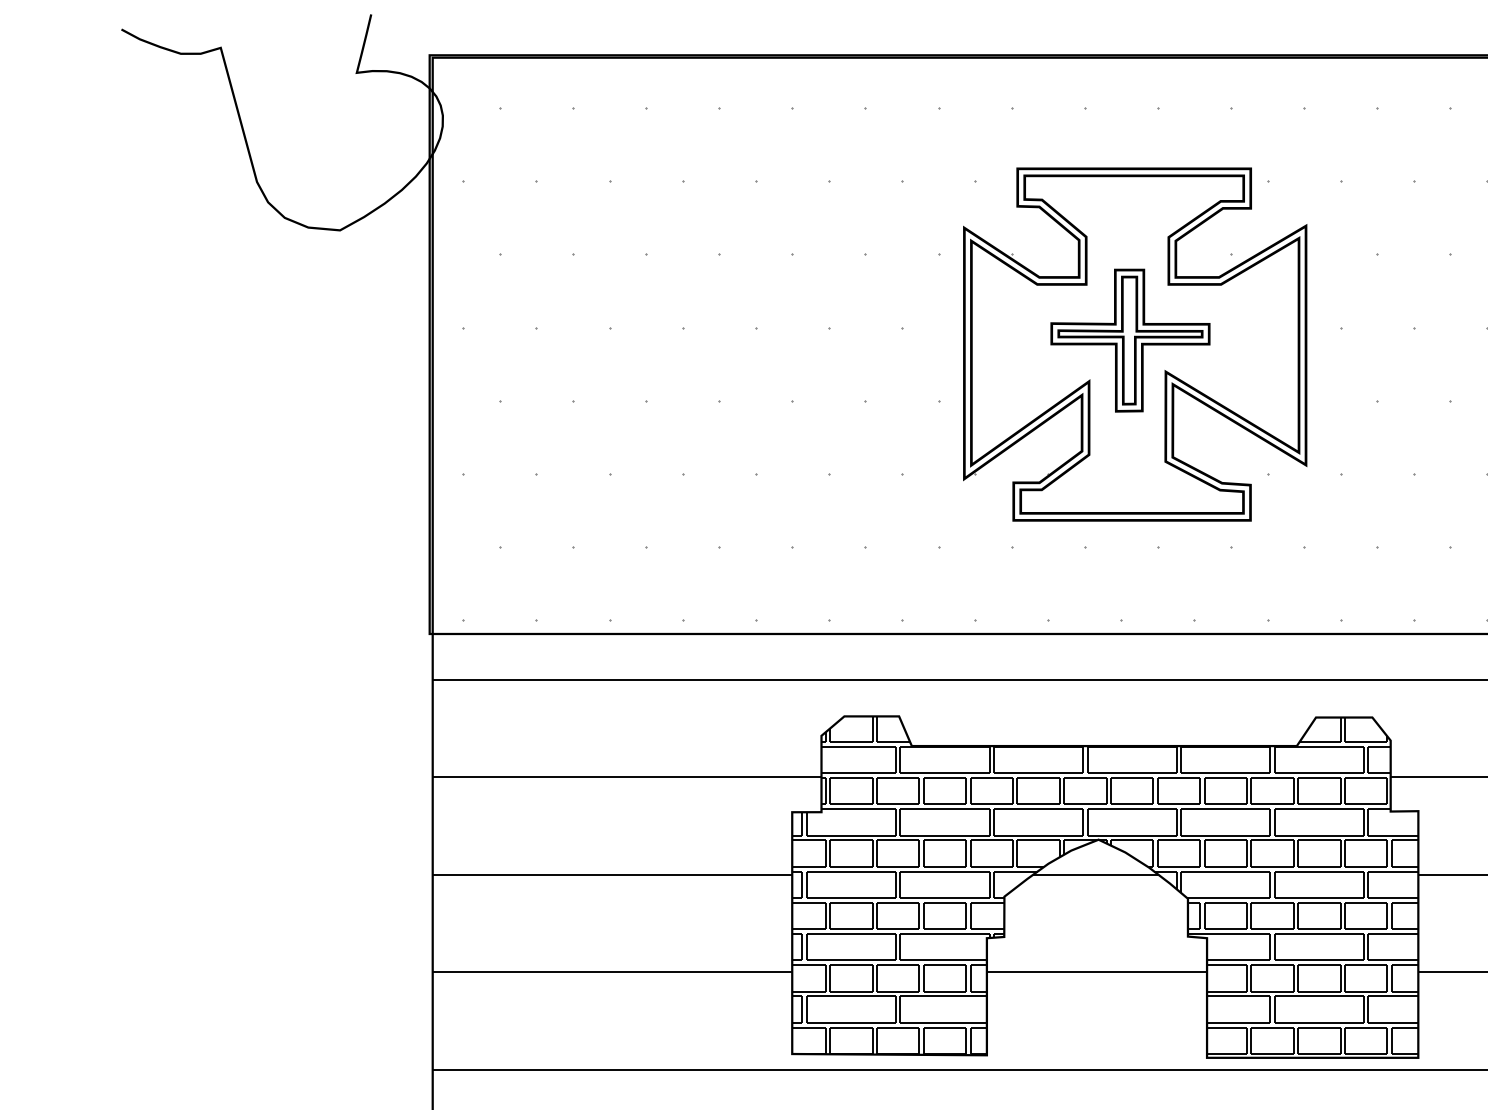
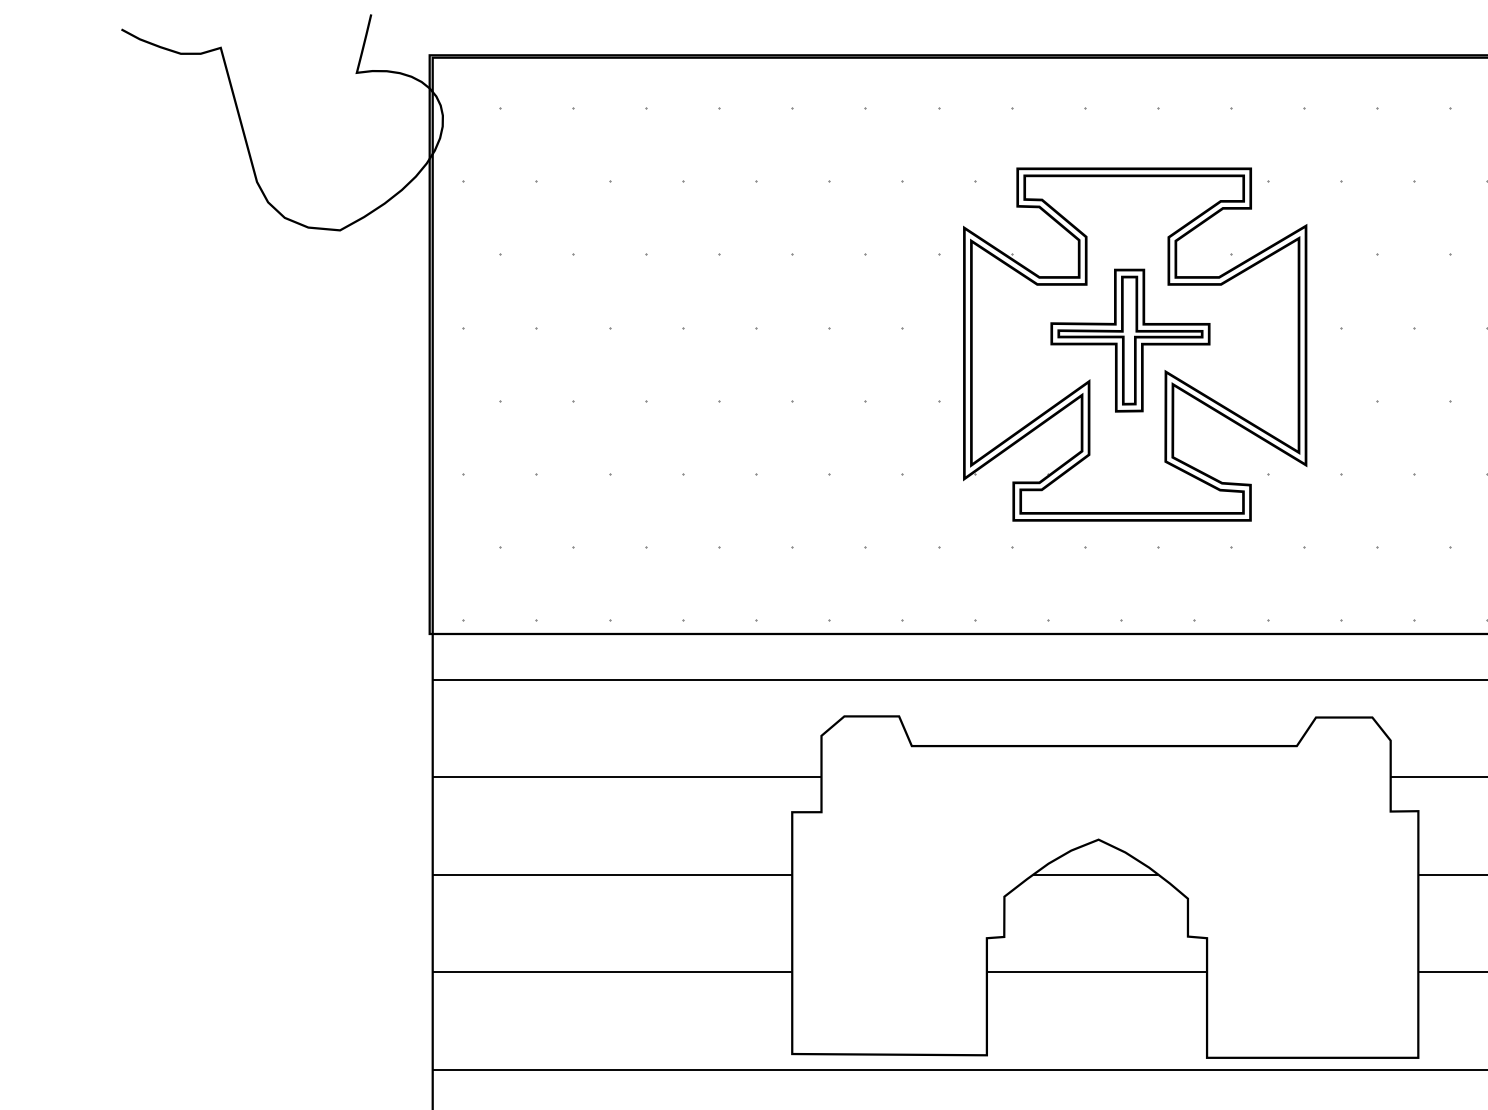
hatch at (1105, 884): present -> none
